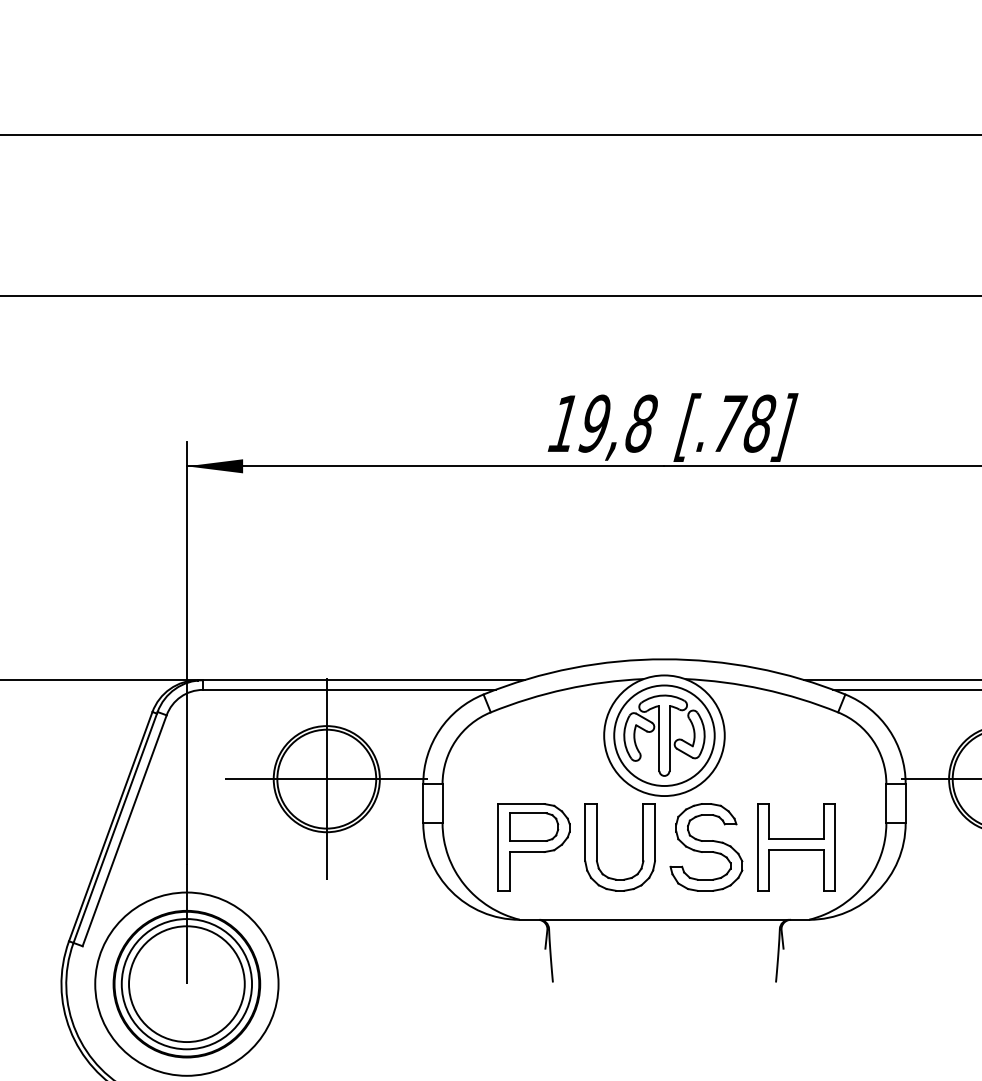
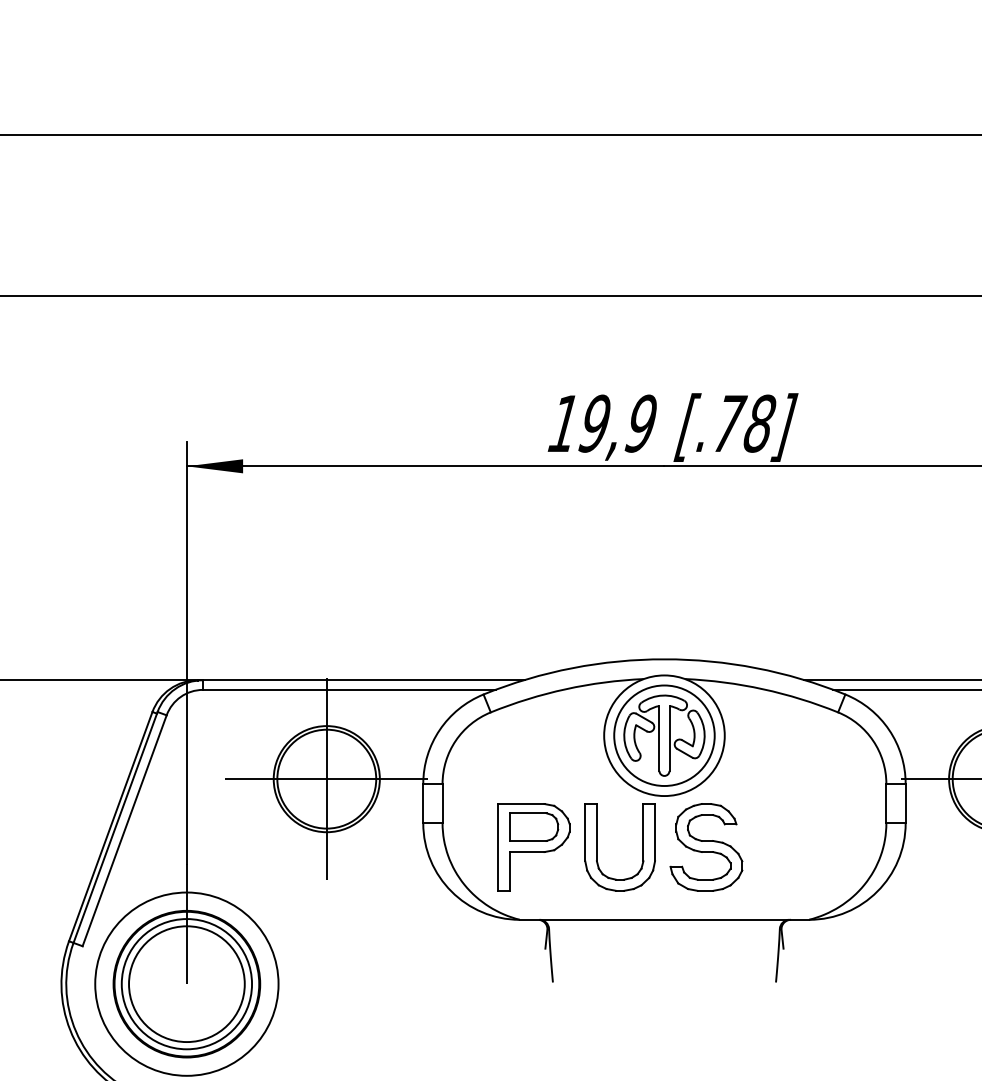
text at (640, 423): 19,8 -> 19,9
part at (796, 847): present -> none
